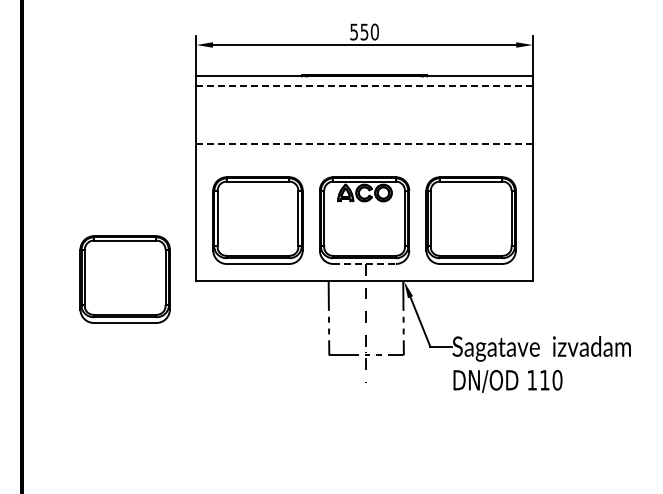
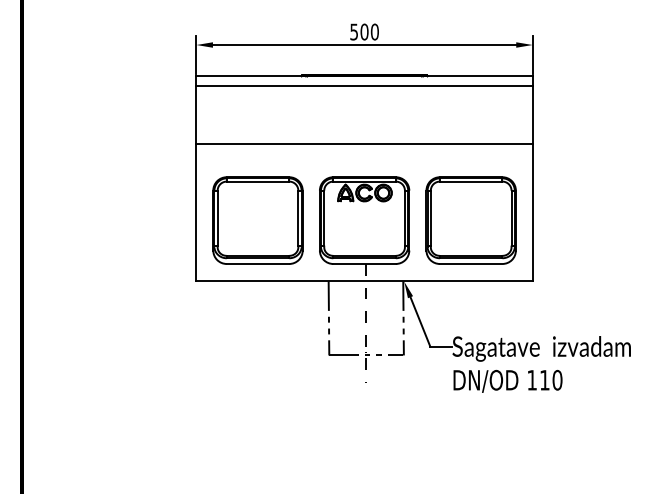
text at (364, 31): 550 -> 500
line at (365, 85): dashed -> solid
line at (365, 143): dashed -> solid
line at (365, 263): dashed -> solid
part at (124, 279): present -> none
